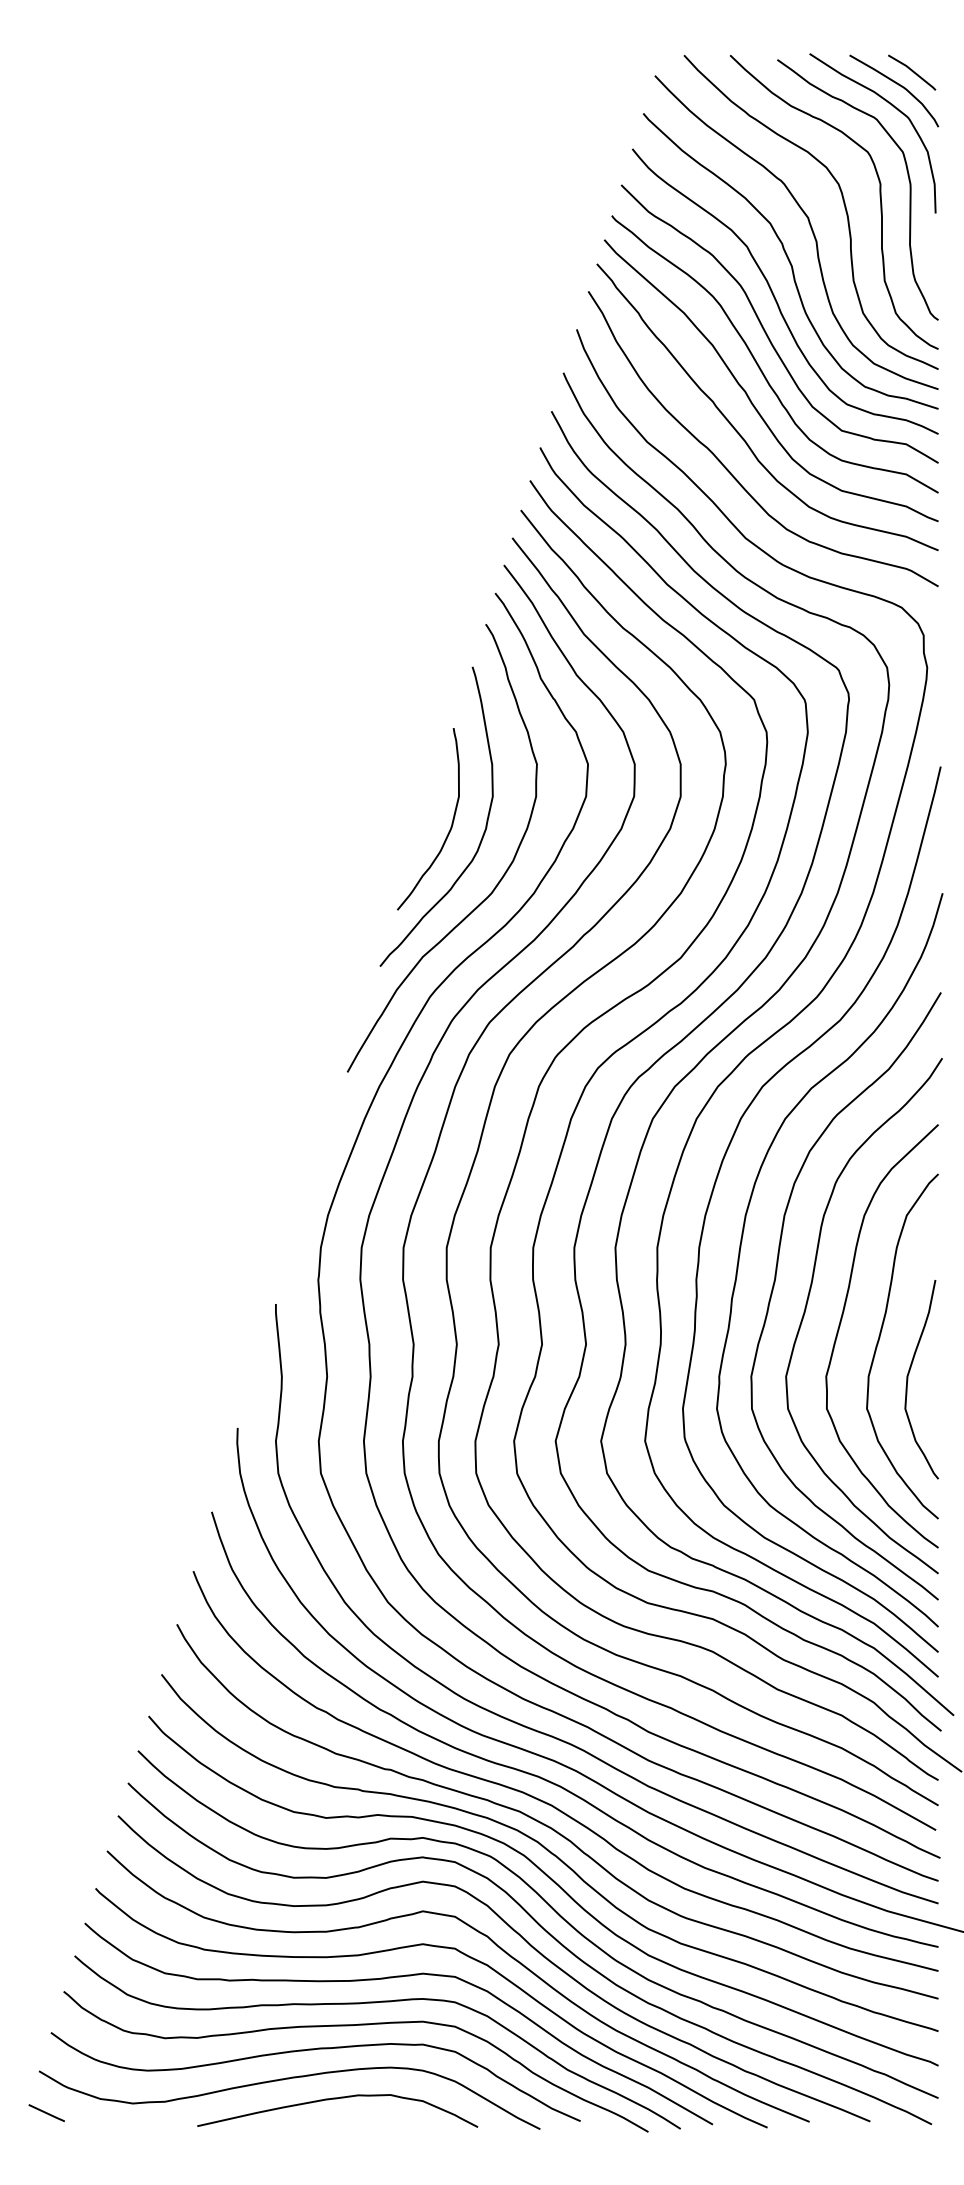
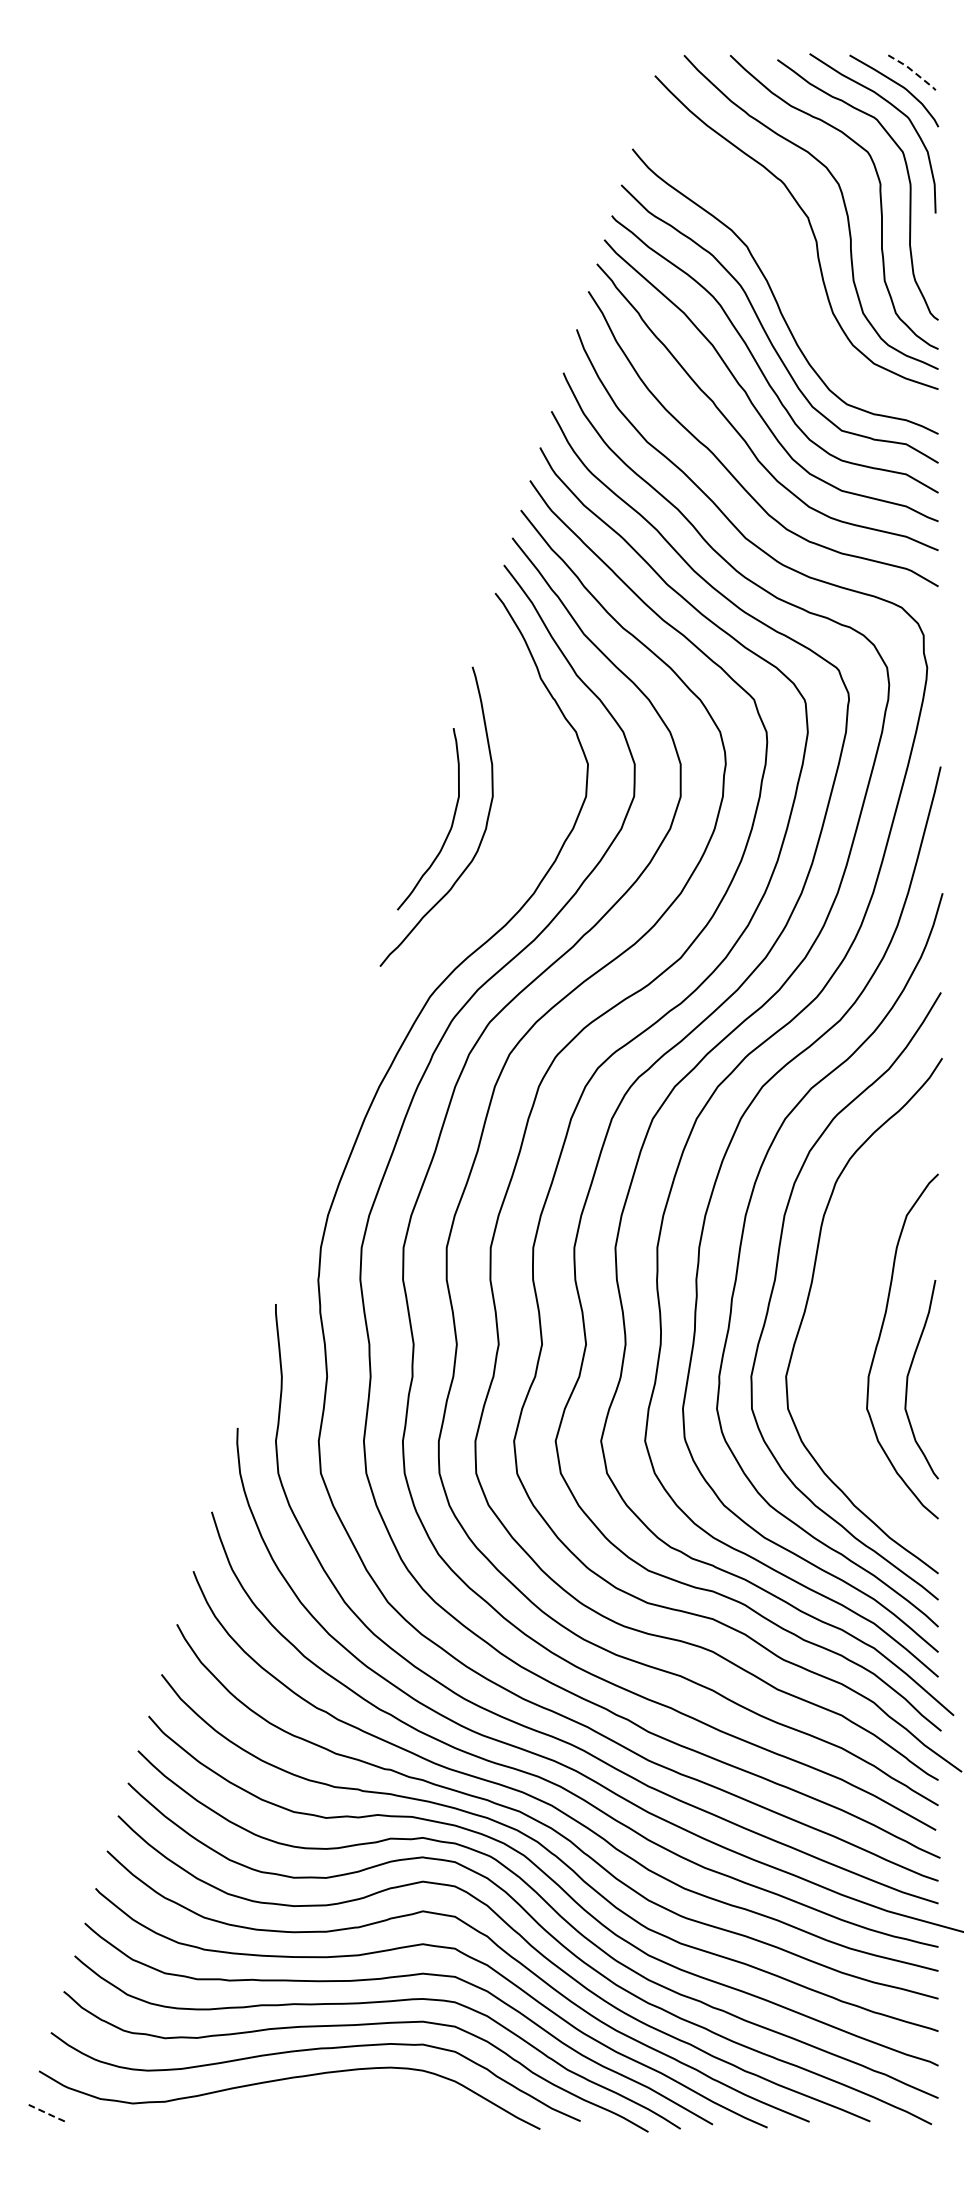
line at (913, 71): solid -> dashed
curve at (790, 261): present -> none
curve at (495, 885): present -> none
curve at (840, 1326): present -> none
curve at (337, 2099): present -> none
line at (46, 2113): solid -> dashed
